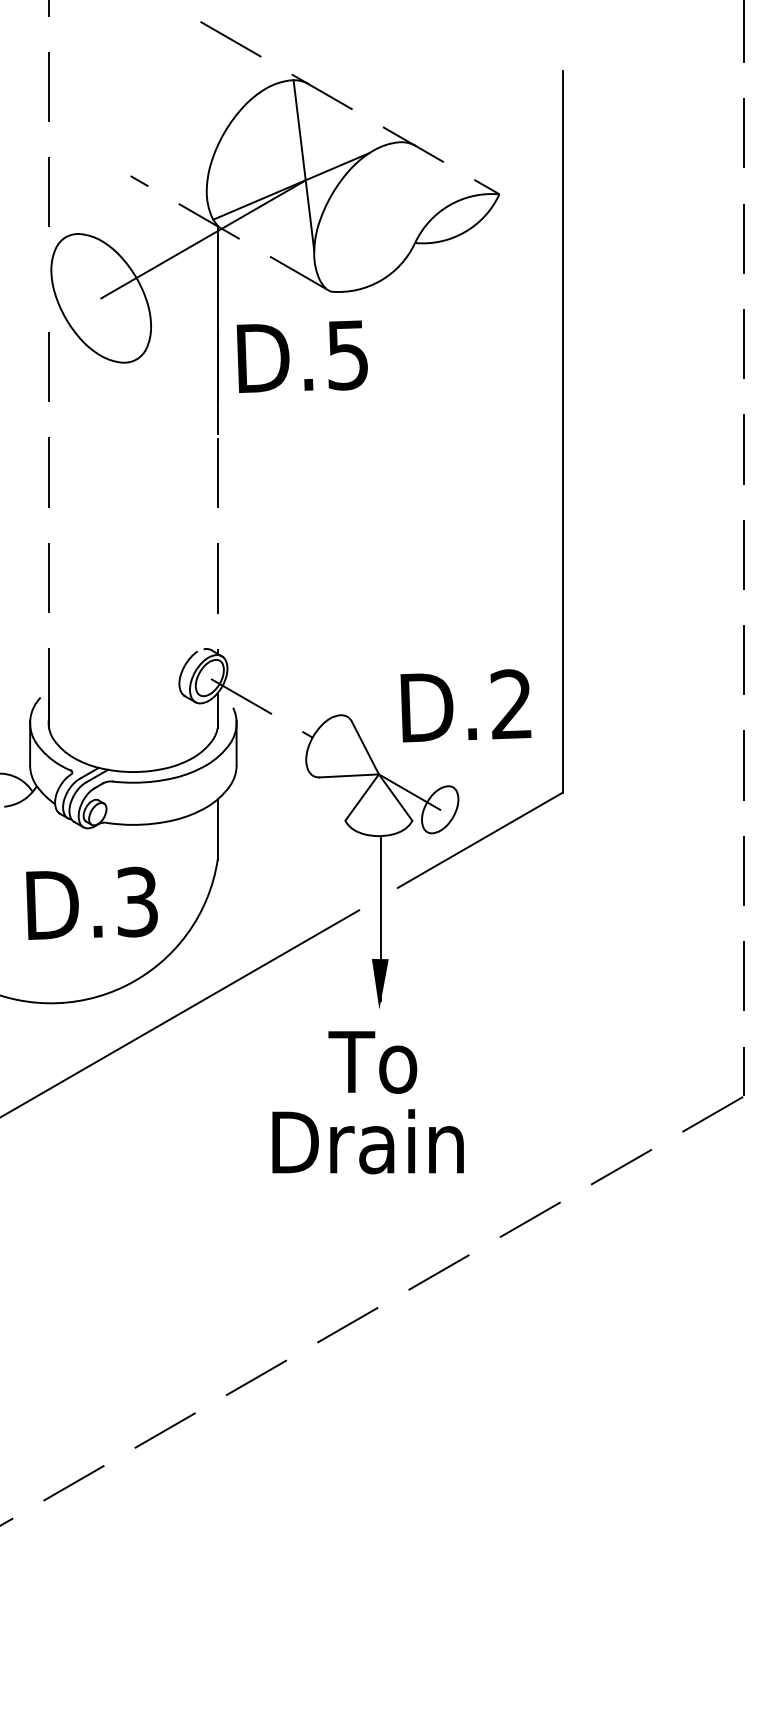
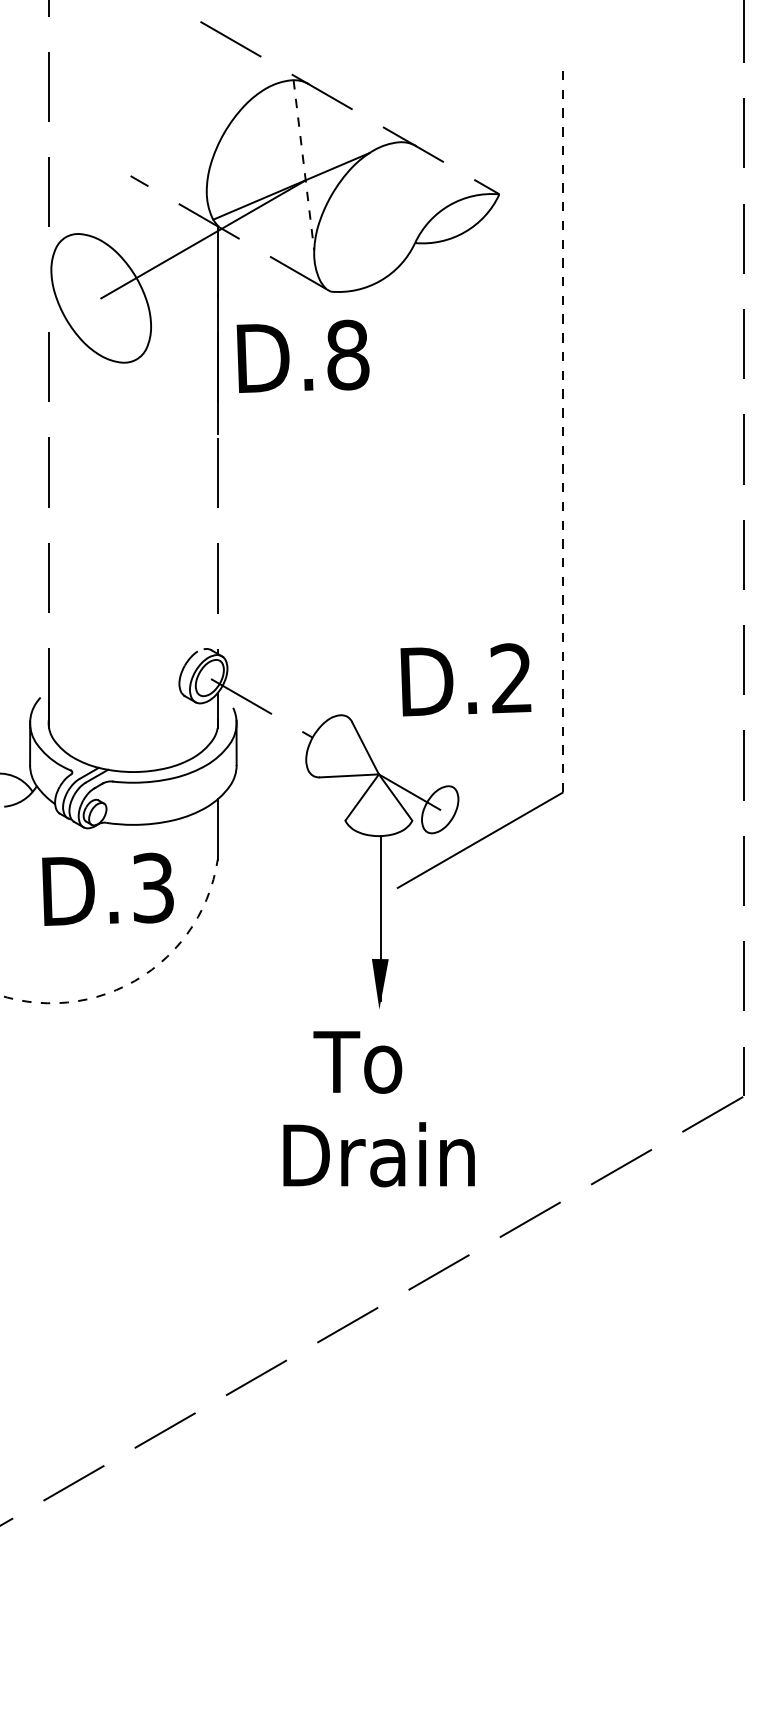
line at (303, 165): solid -> dashed
text at (348, 354): D.5 -> D.8
line at (562, 431): solid -> dashed
text at (465, 705) position: (465, 705) -> (465, 679)
text at (91, 902) position: (91, 902) -> (107, 888)
arc at (140, 977): solid -> dashed
line at (180, 1013): present -> none
text at (372, 1062) position: (372, 1062) -> (357, 1062)
text at (367, 1141) position: (367, 1141) -> (378, 1154)
